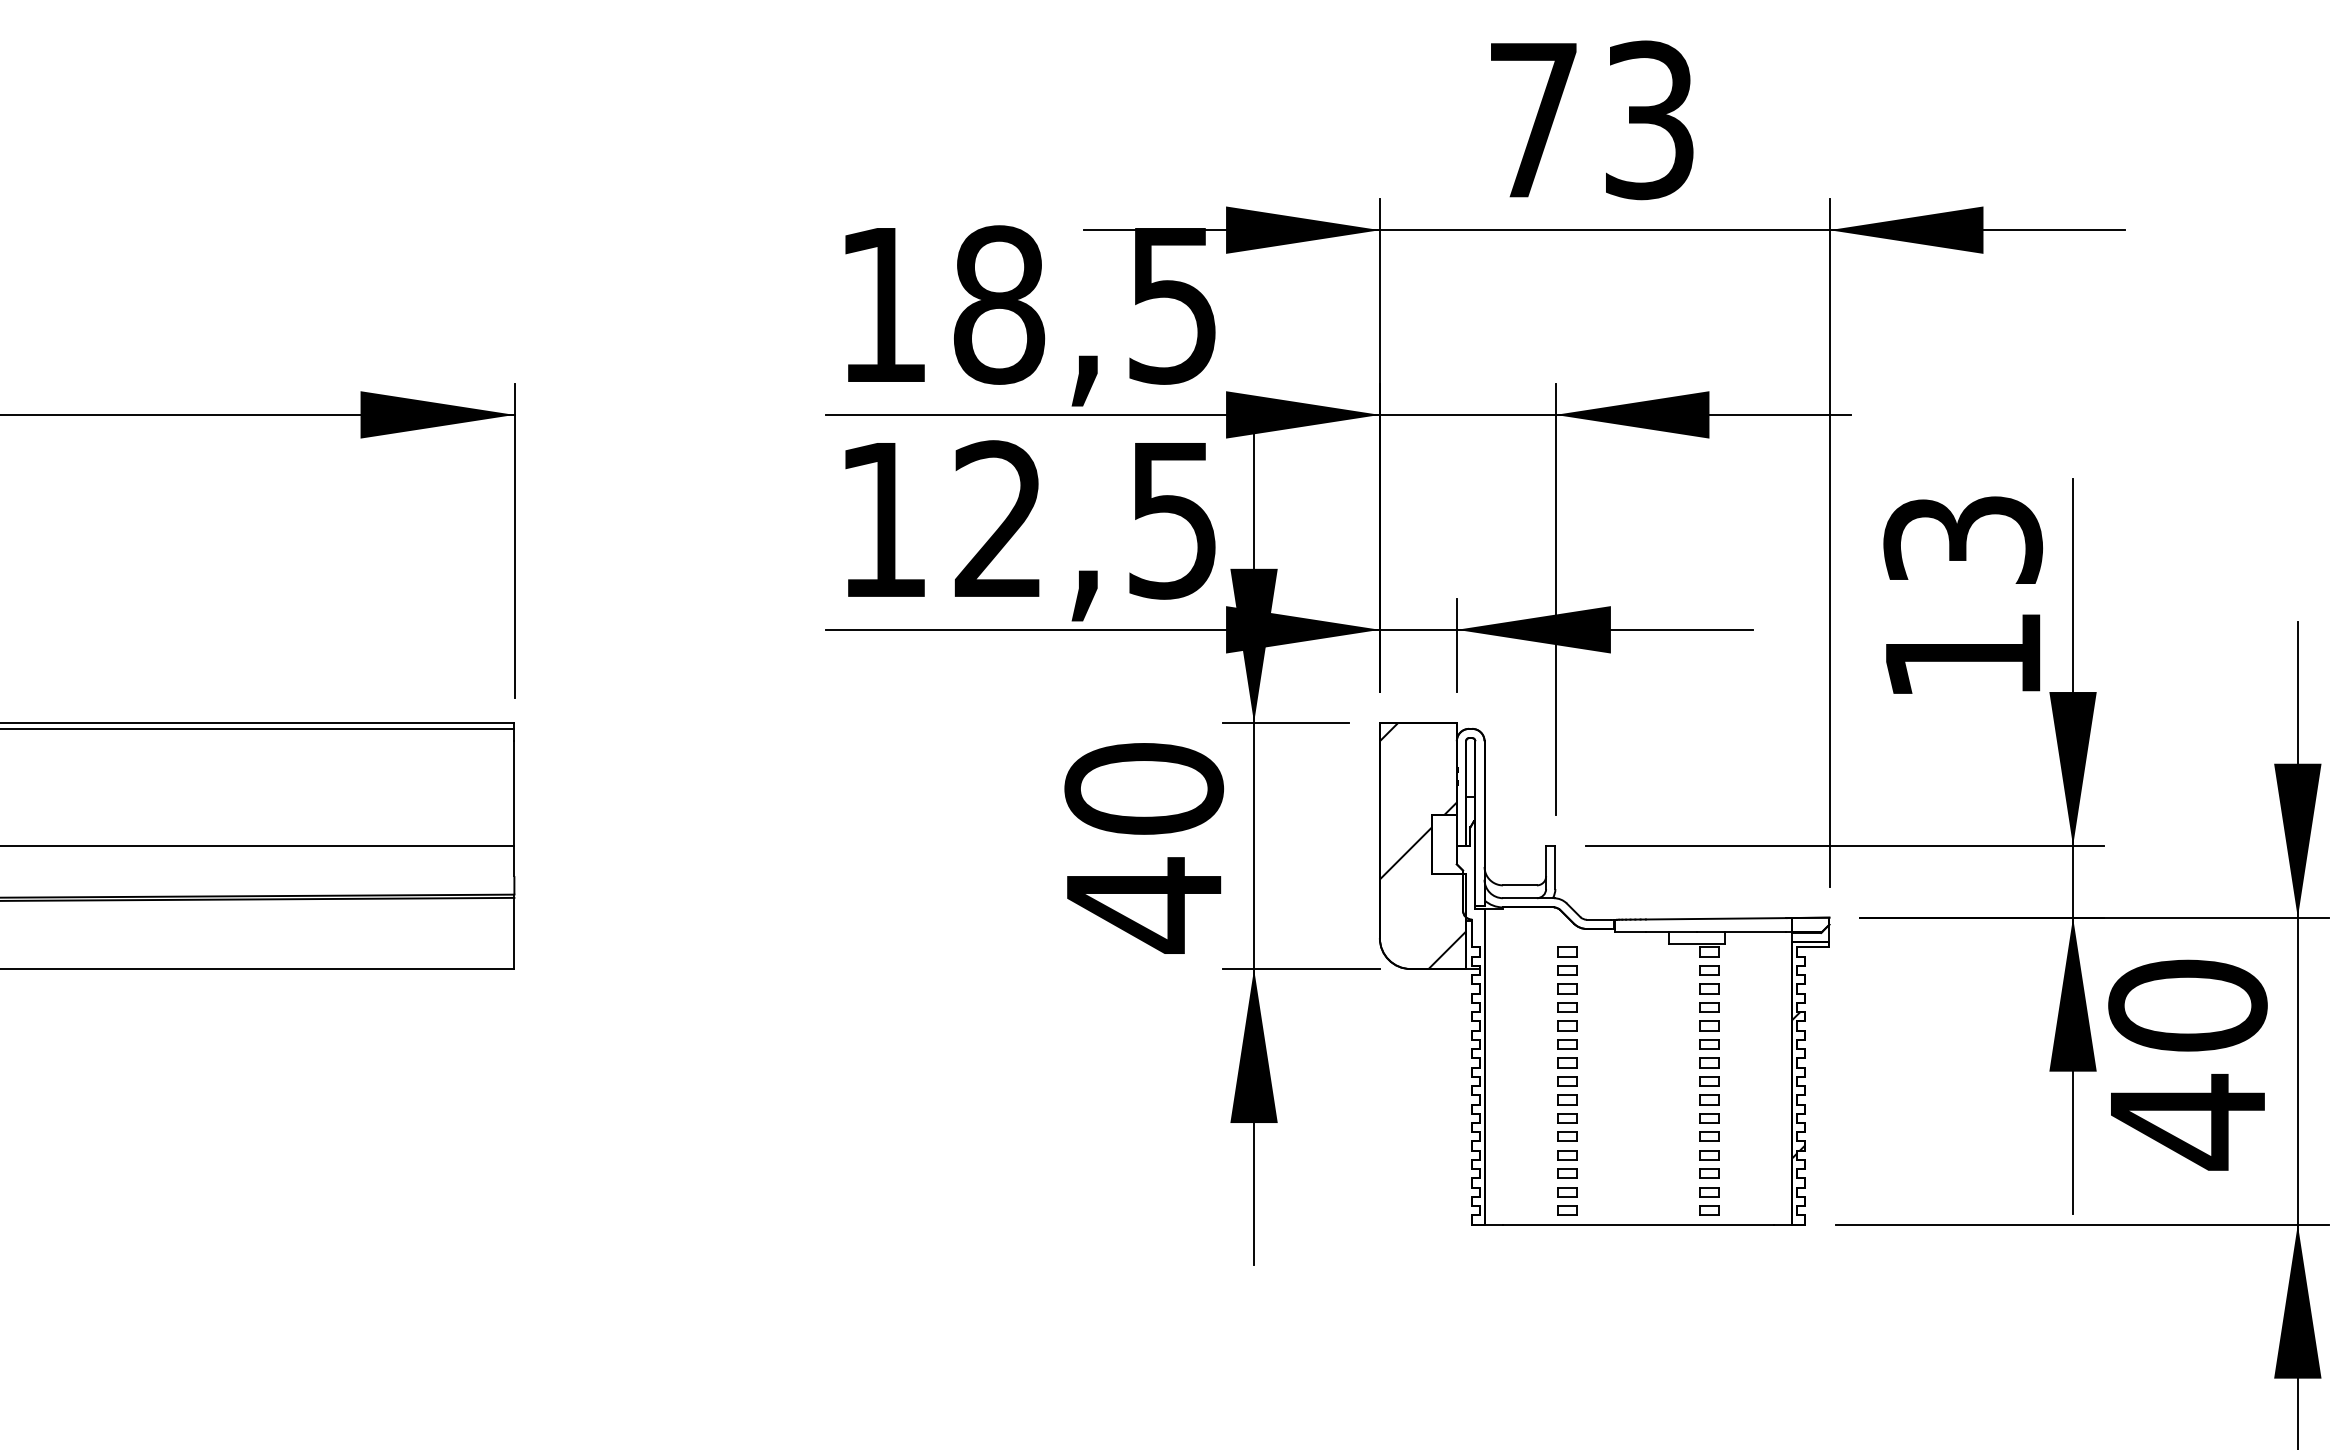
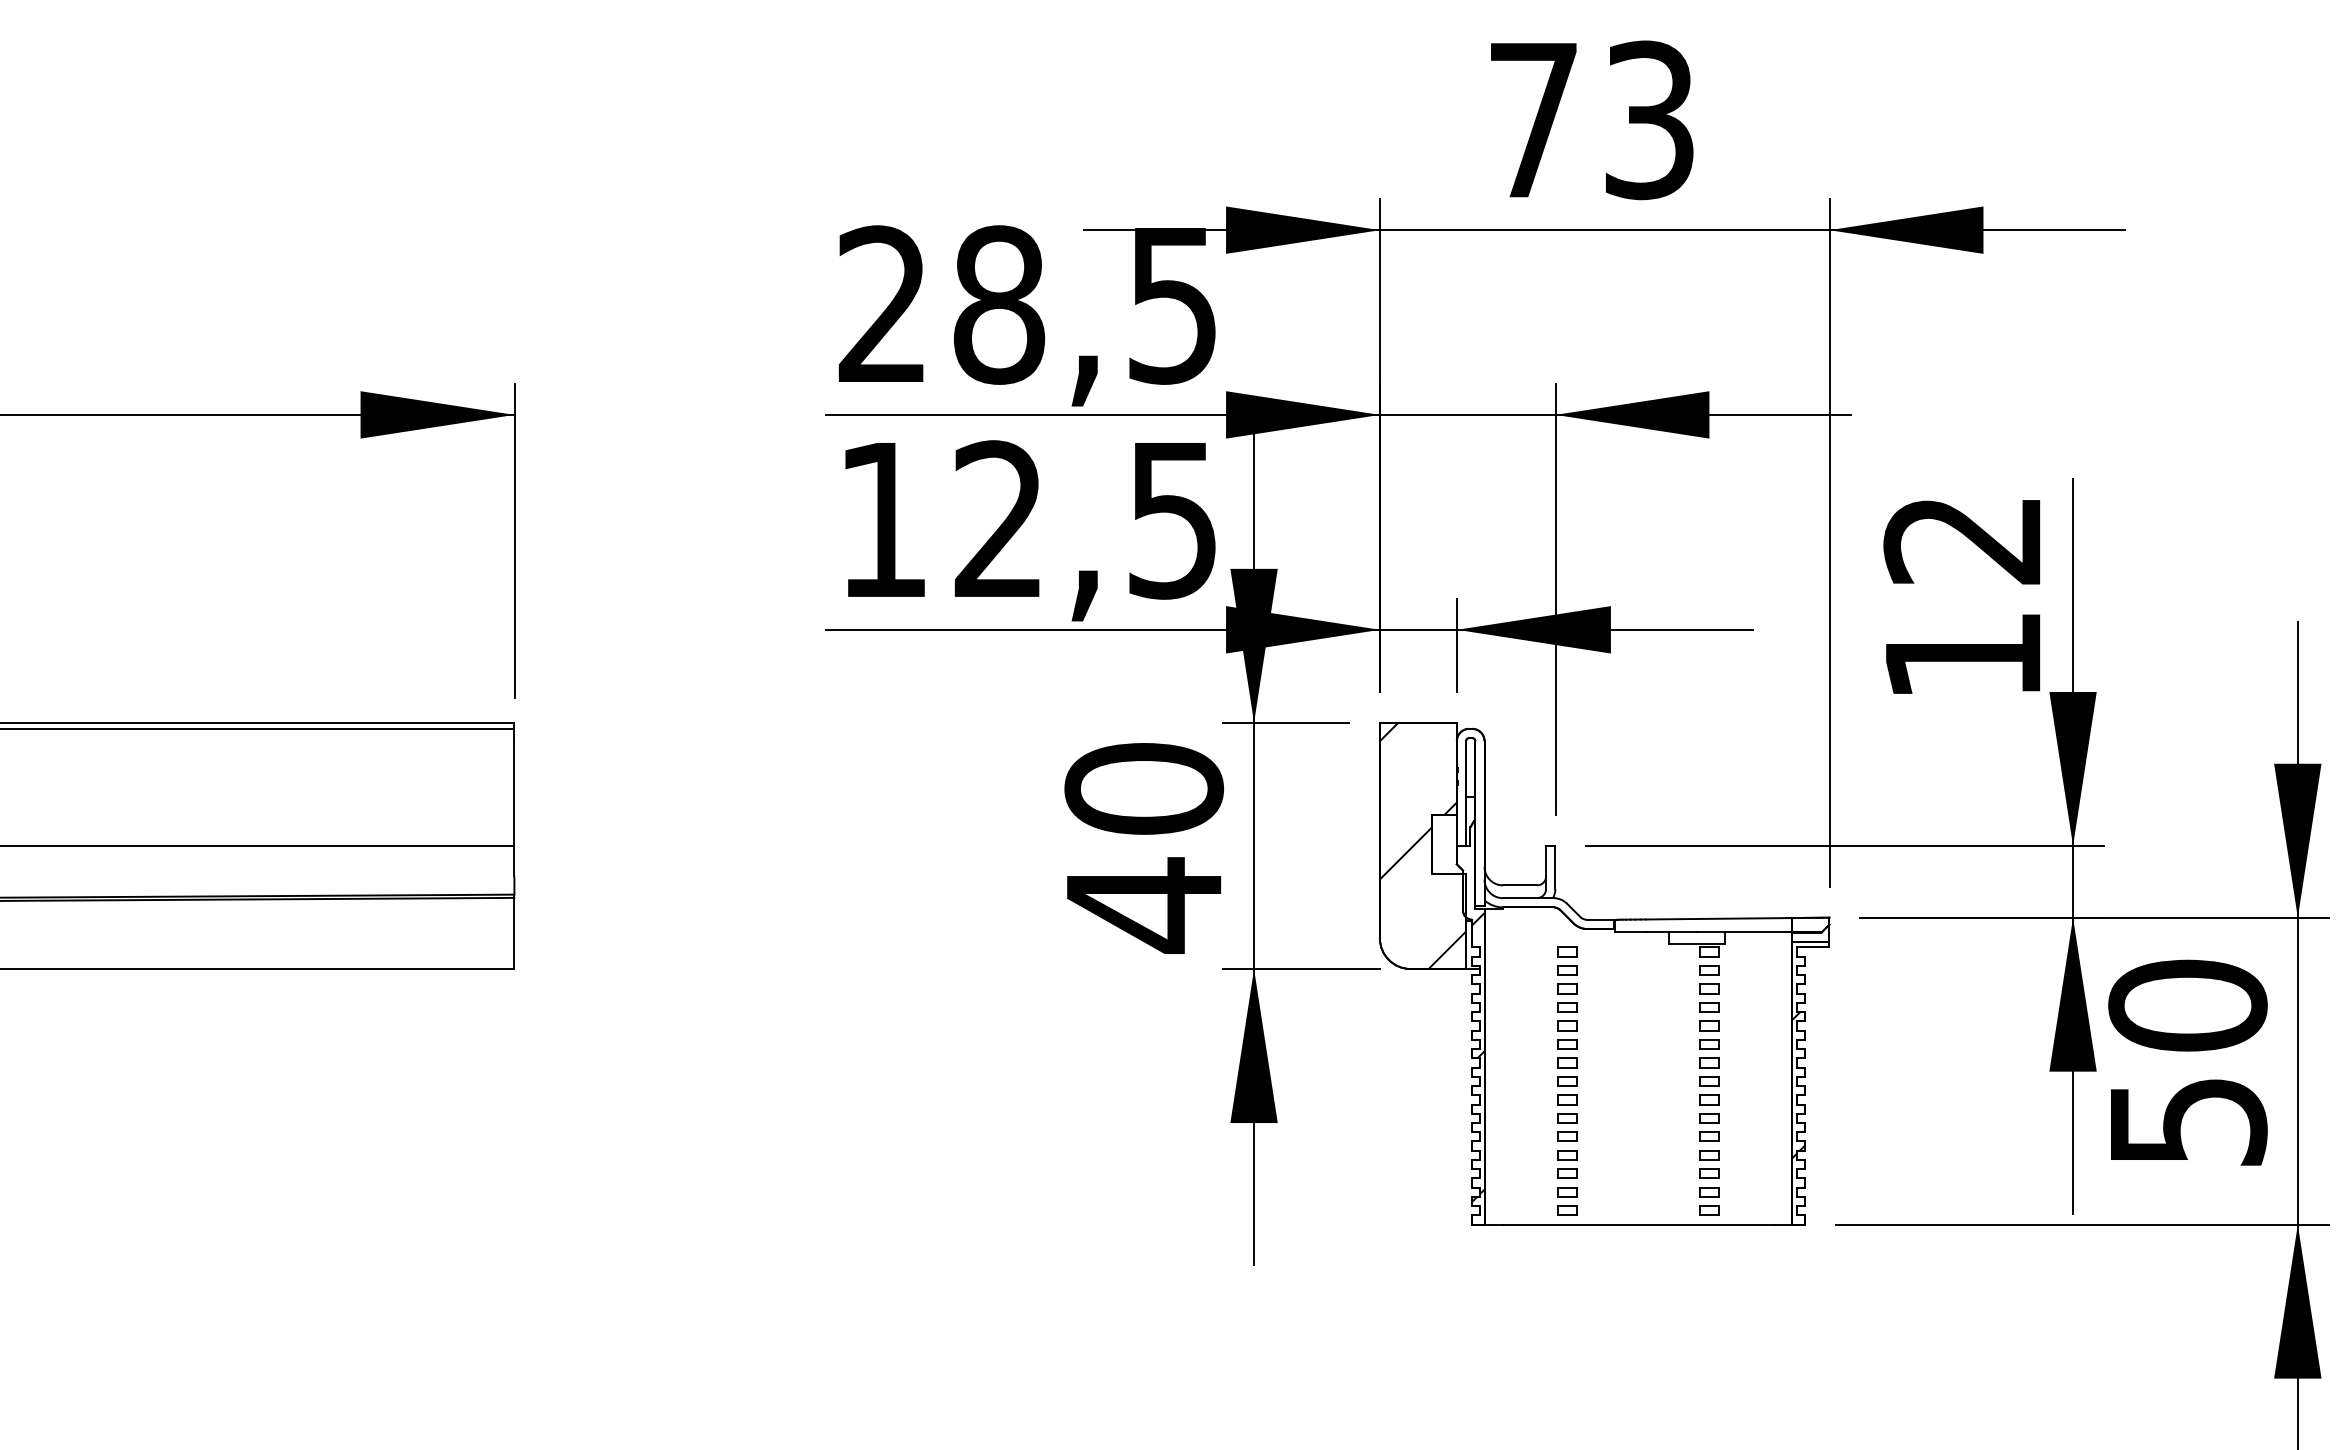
text at (881, 303): 18,5 -> 28,5
text at (1963, 540): 13 -> 12
hatch at (1478, 1057): none -> present
text at (2189, 1122): 40 -> 50
